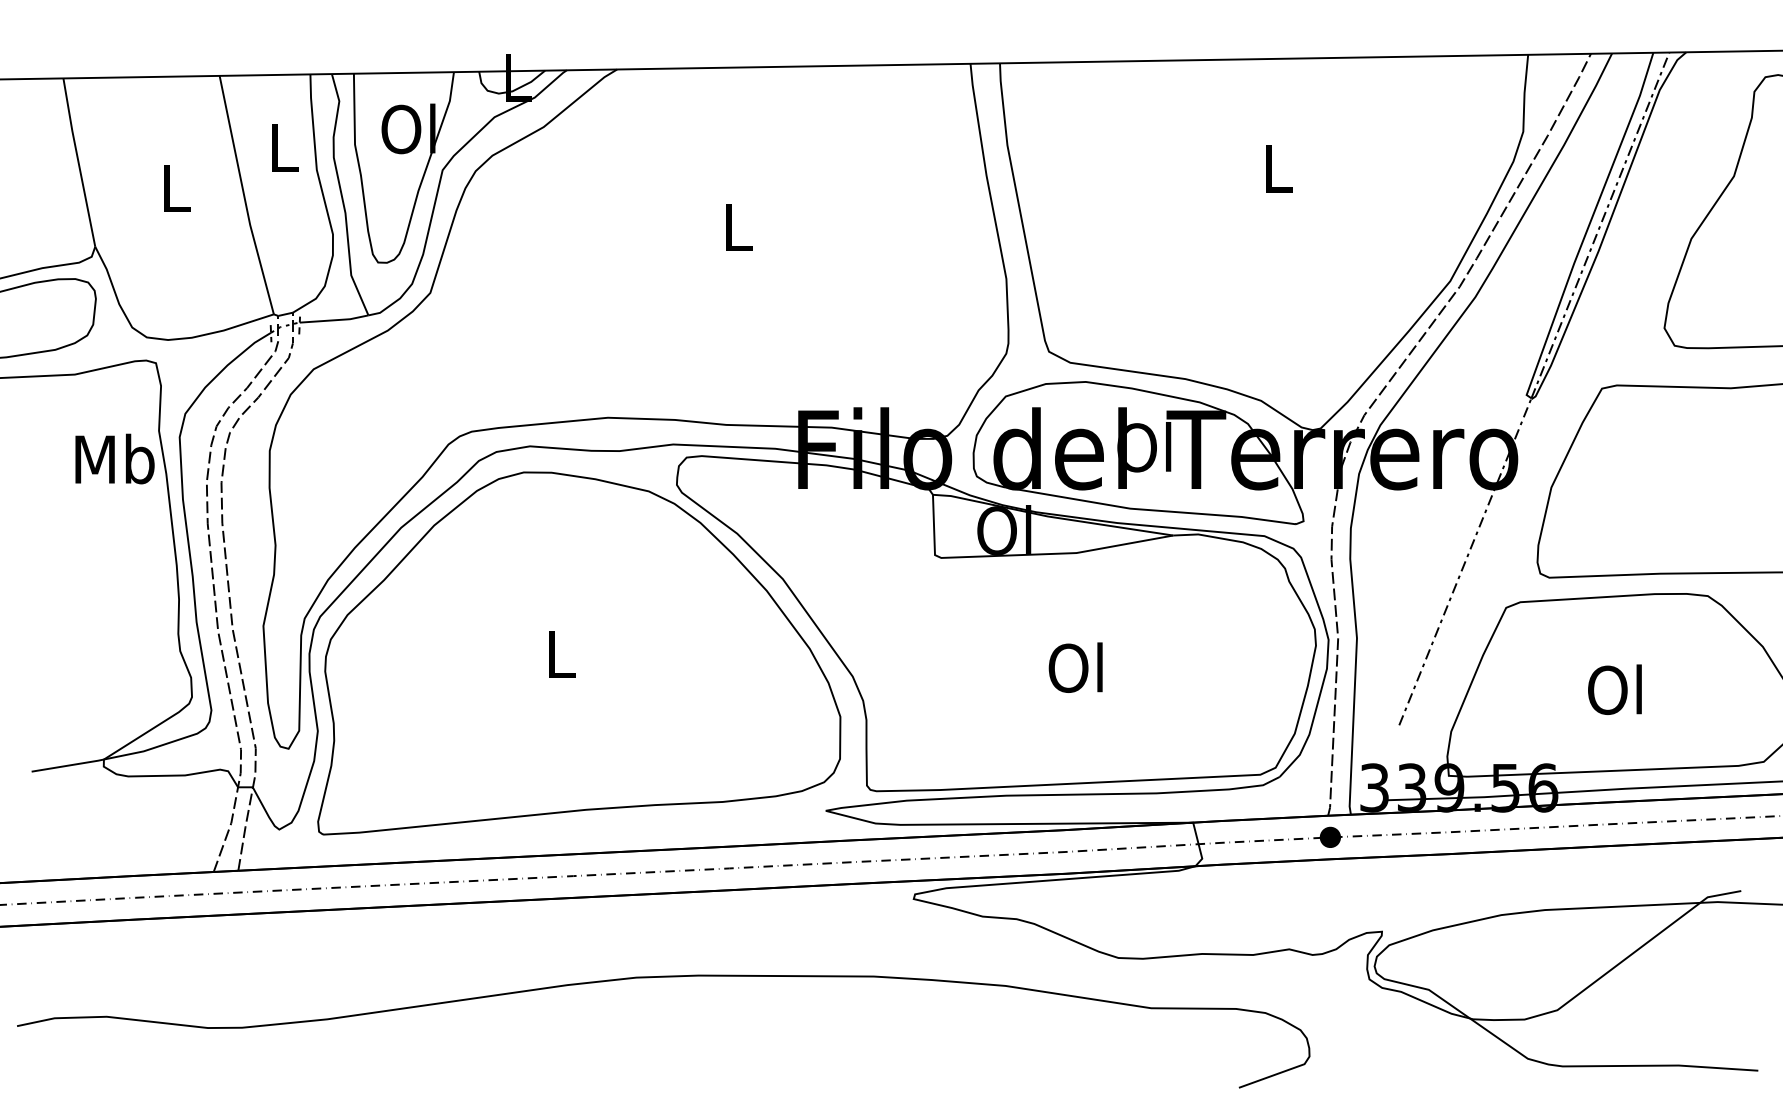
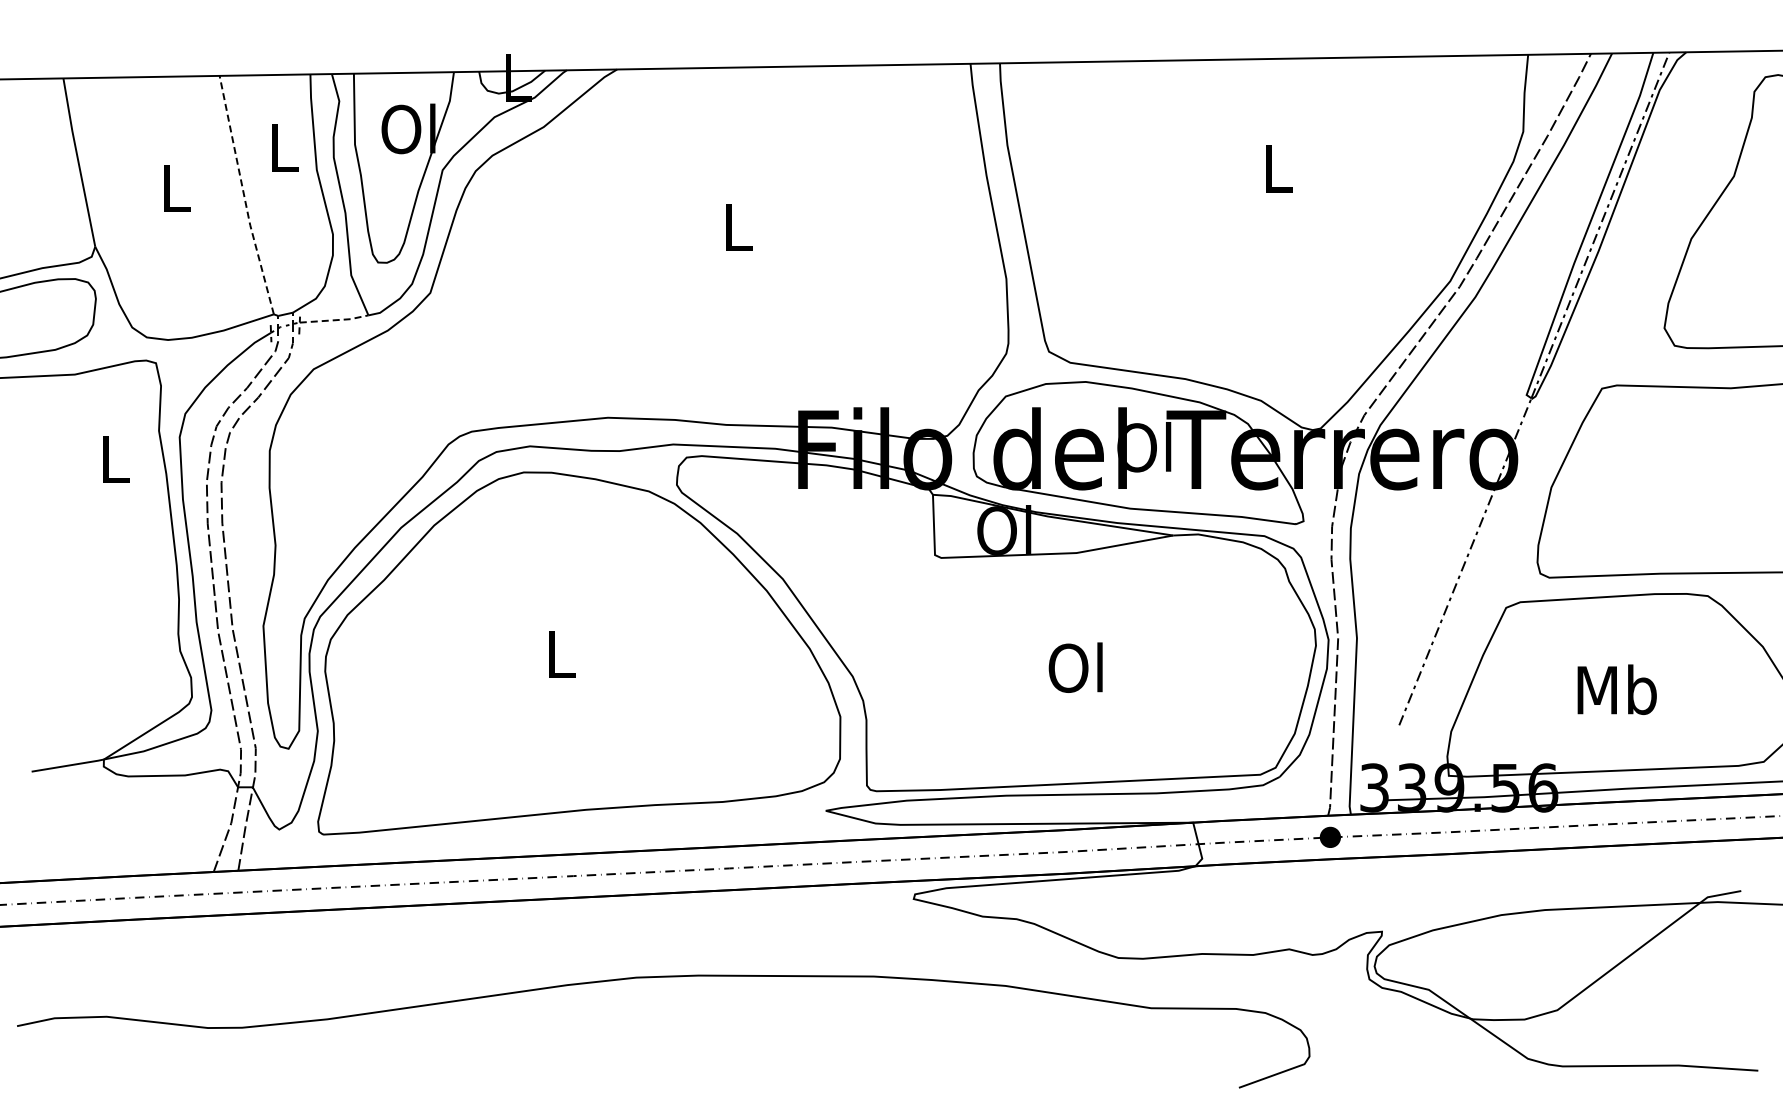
line at (244, 195): solid -> dashed
line at (335, 320): solid -> dashed
text at (114, 458): Mb -> L
text at (1616, 689): Ol -> Mb
